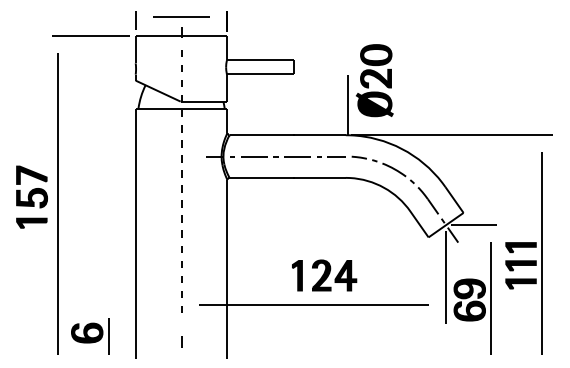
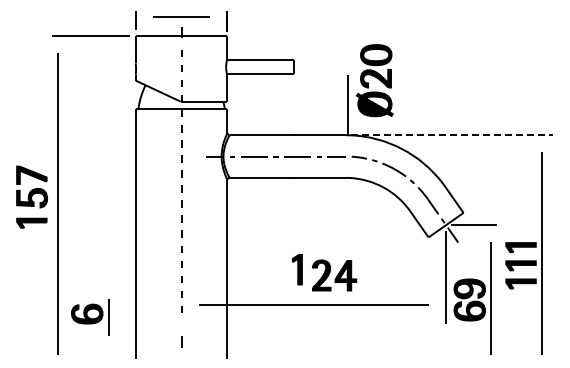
line at (452, 135): solid -> dashed
part at (297, 275) position: (297, 275) -> (297, 269)
part at (90, 336) position: (90, 336) -> (90, 317)
